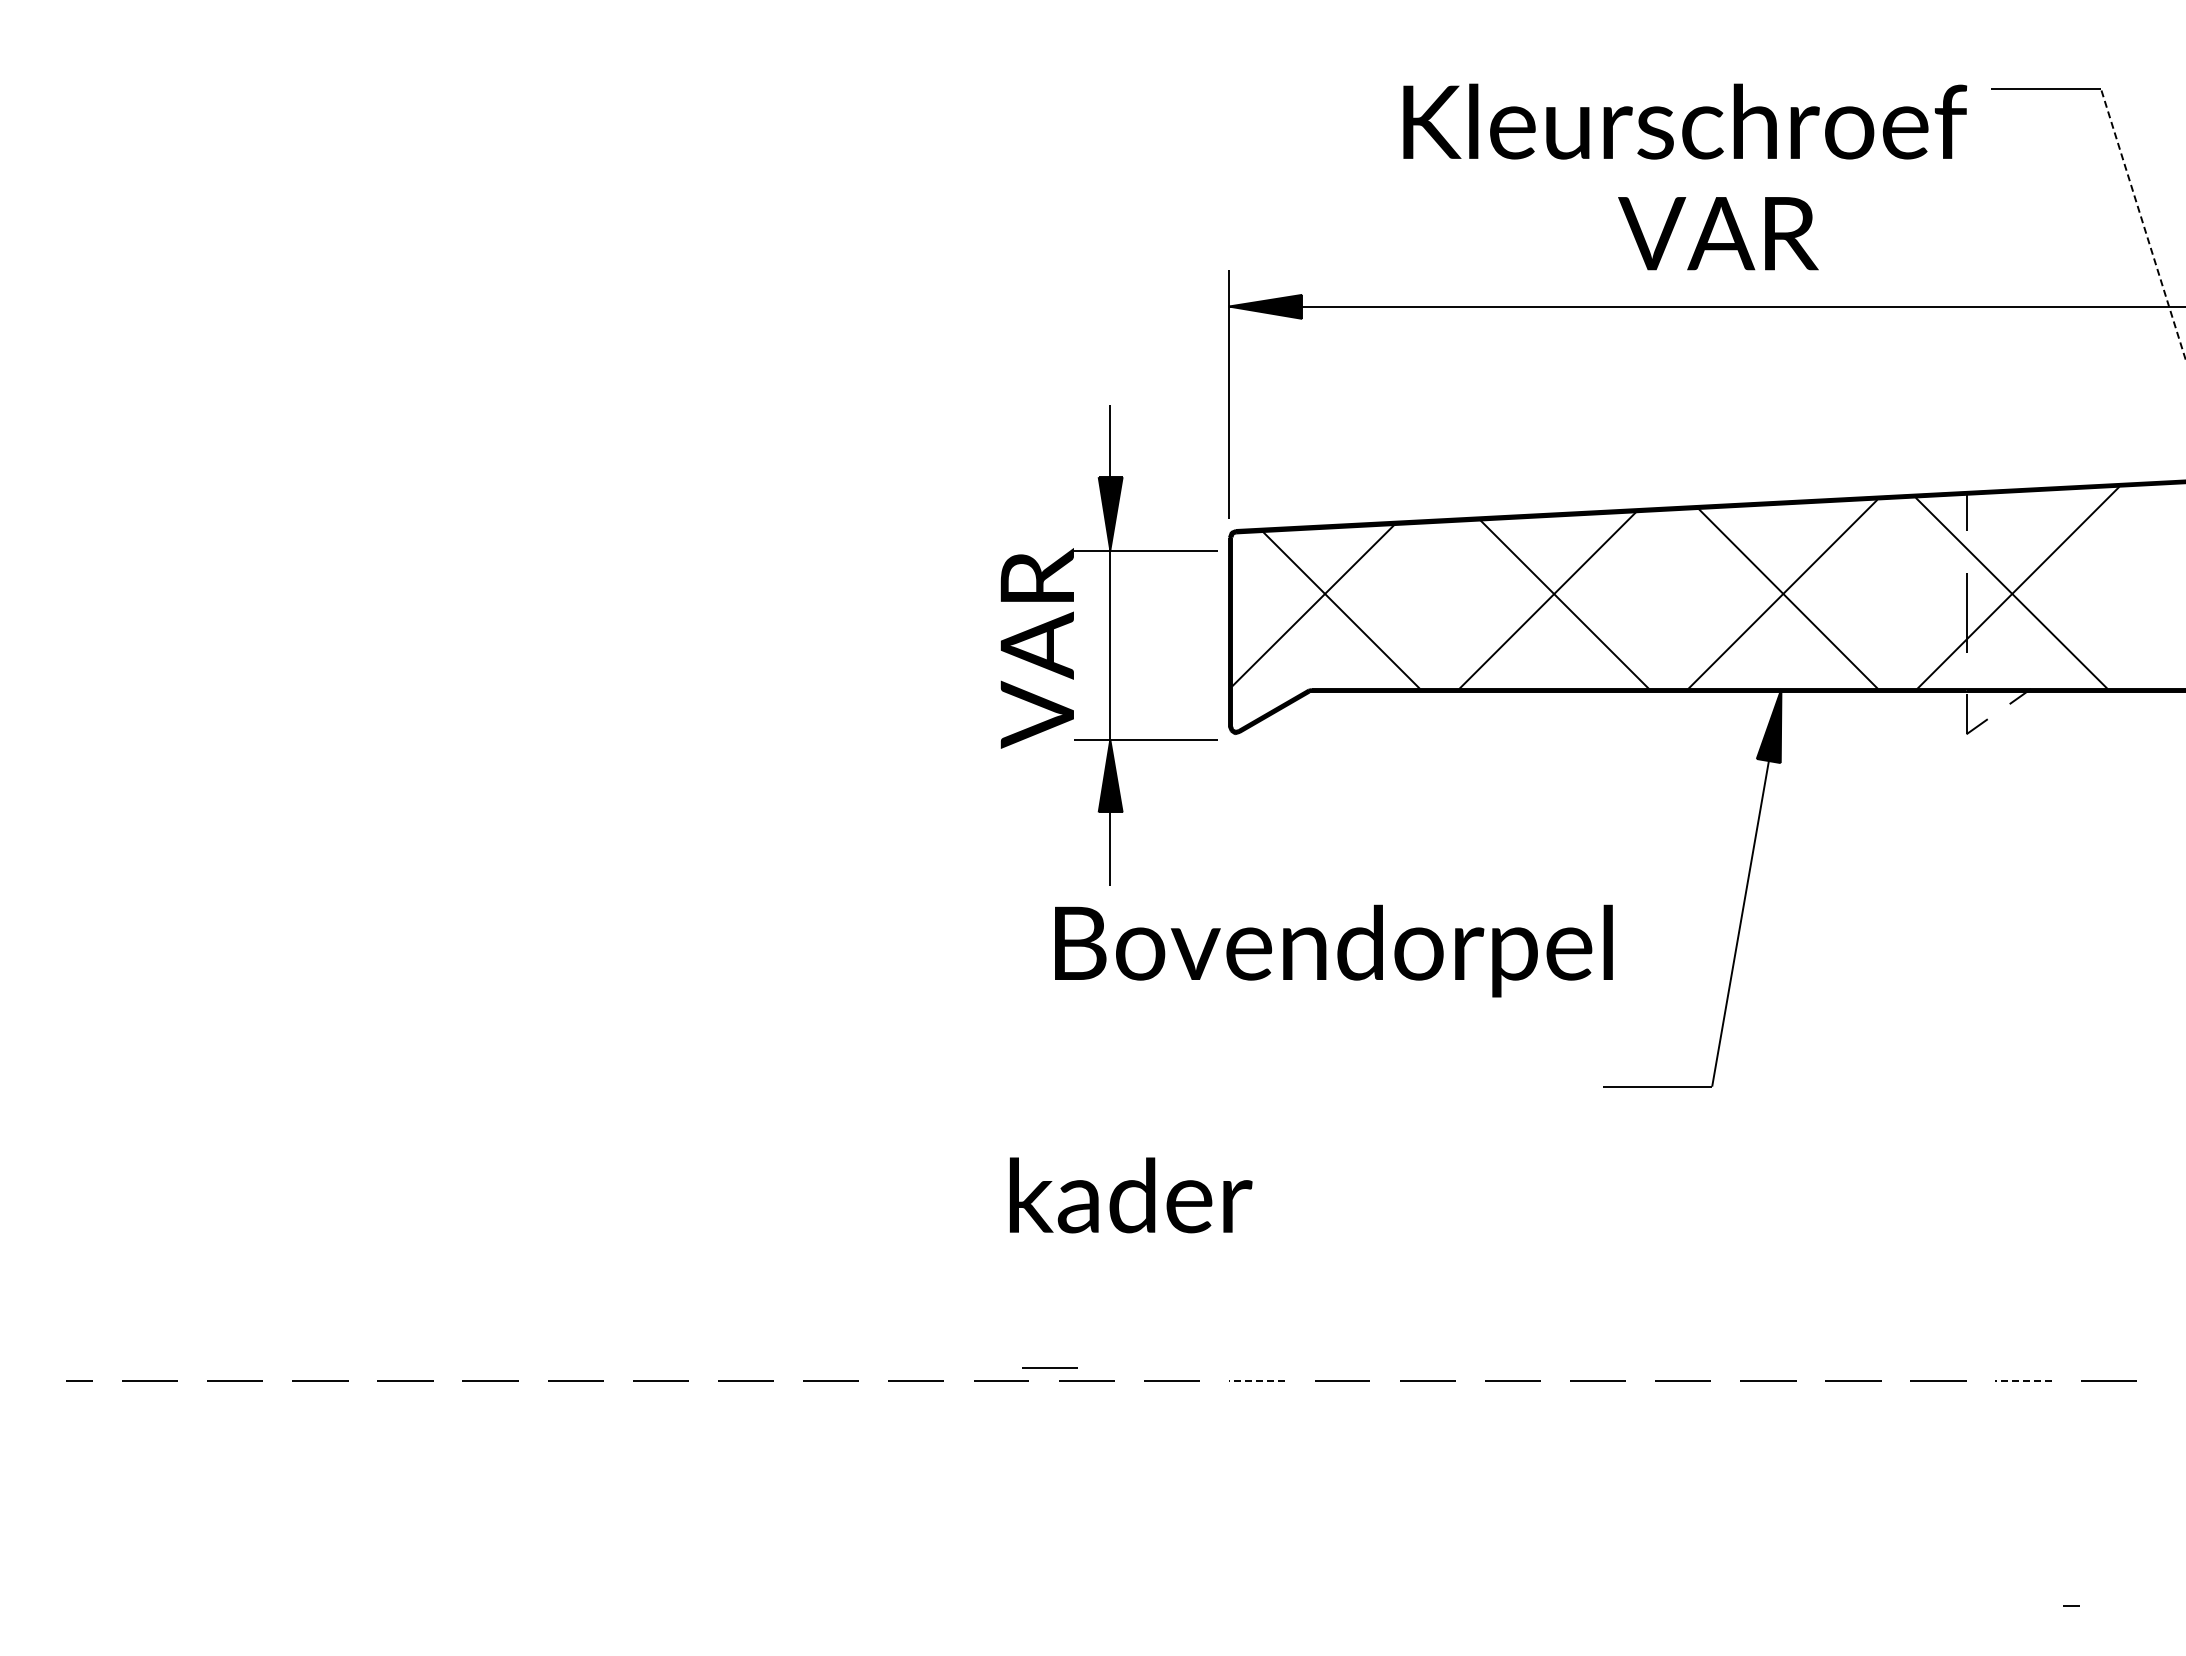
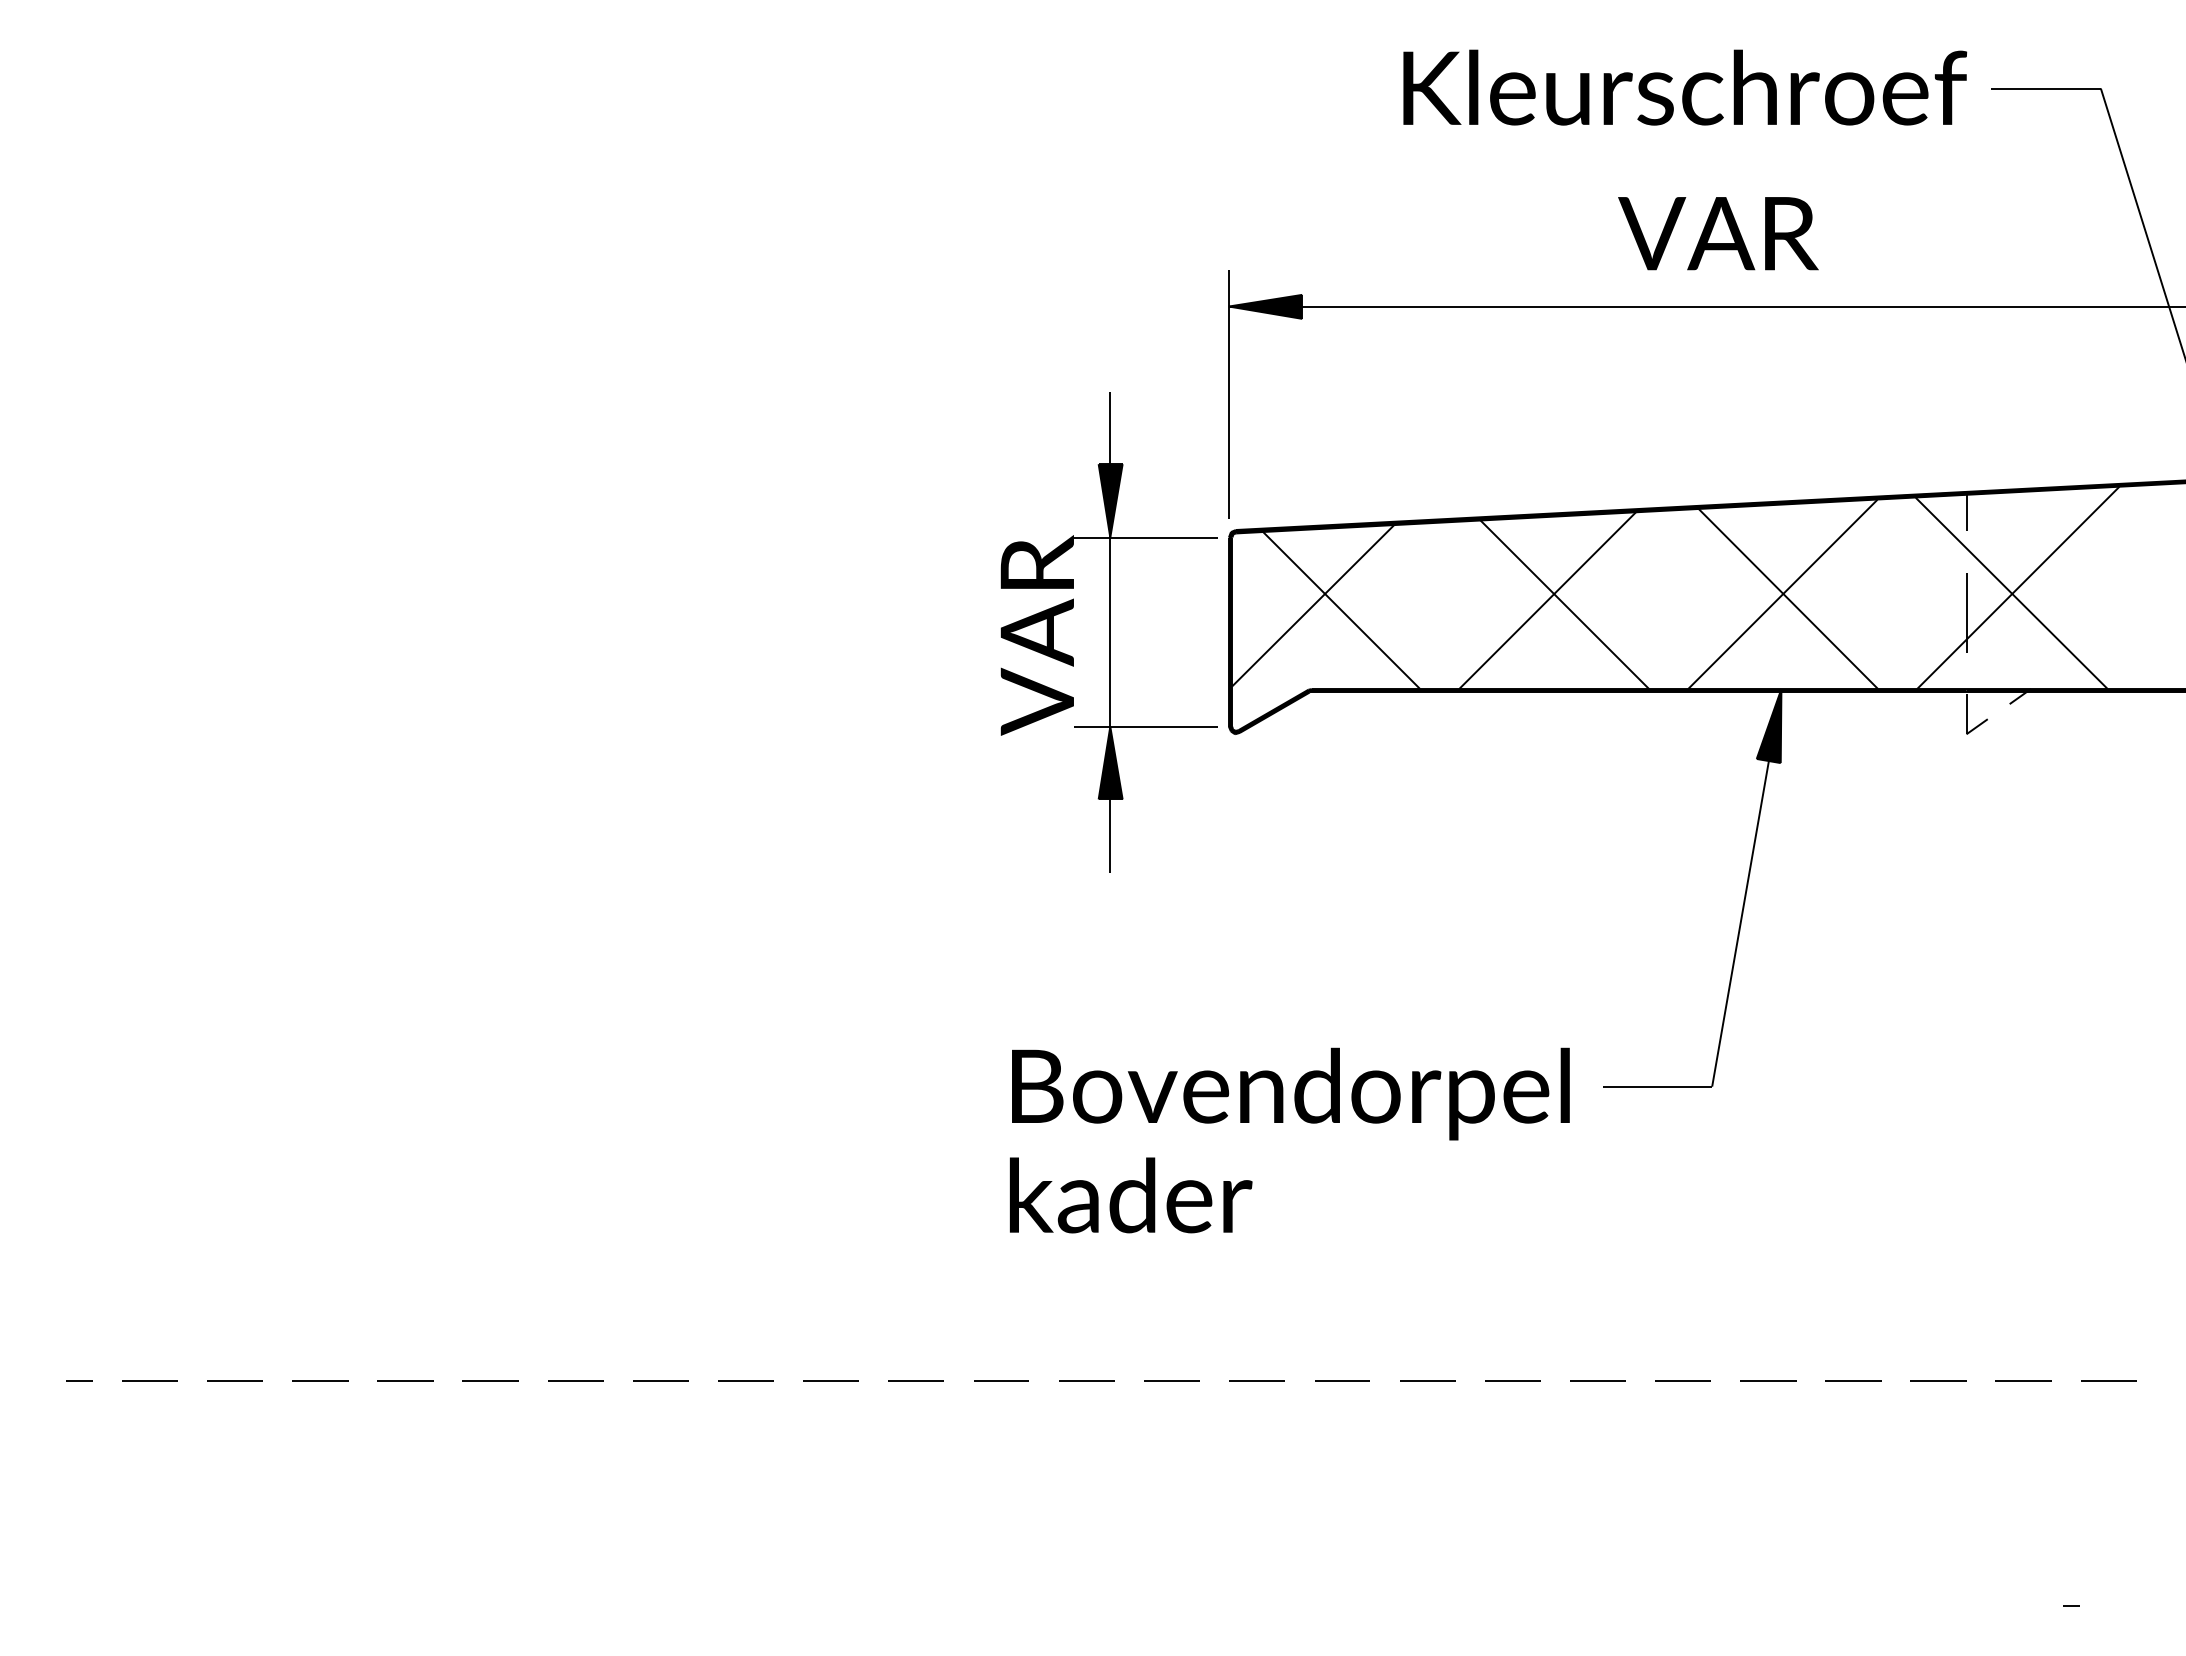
text at (1685, 121) position: (1685, 121) -> (1685, 87)
line at (2143, 223): dashed -> solid
part at (1108, 645) position: (1108, 645) -> (1108, 632)
text at (1333, 950) position: (1333, 950) -> (1290, 1093)
line at (1049, 1367): present -> none
line at (1256, 1381): dashed -> solid
line at (2022, 1381): dashed -> solid
